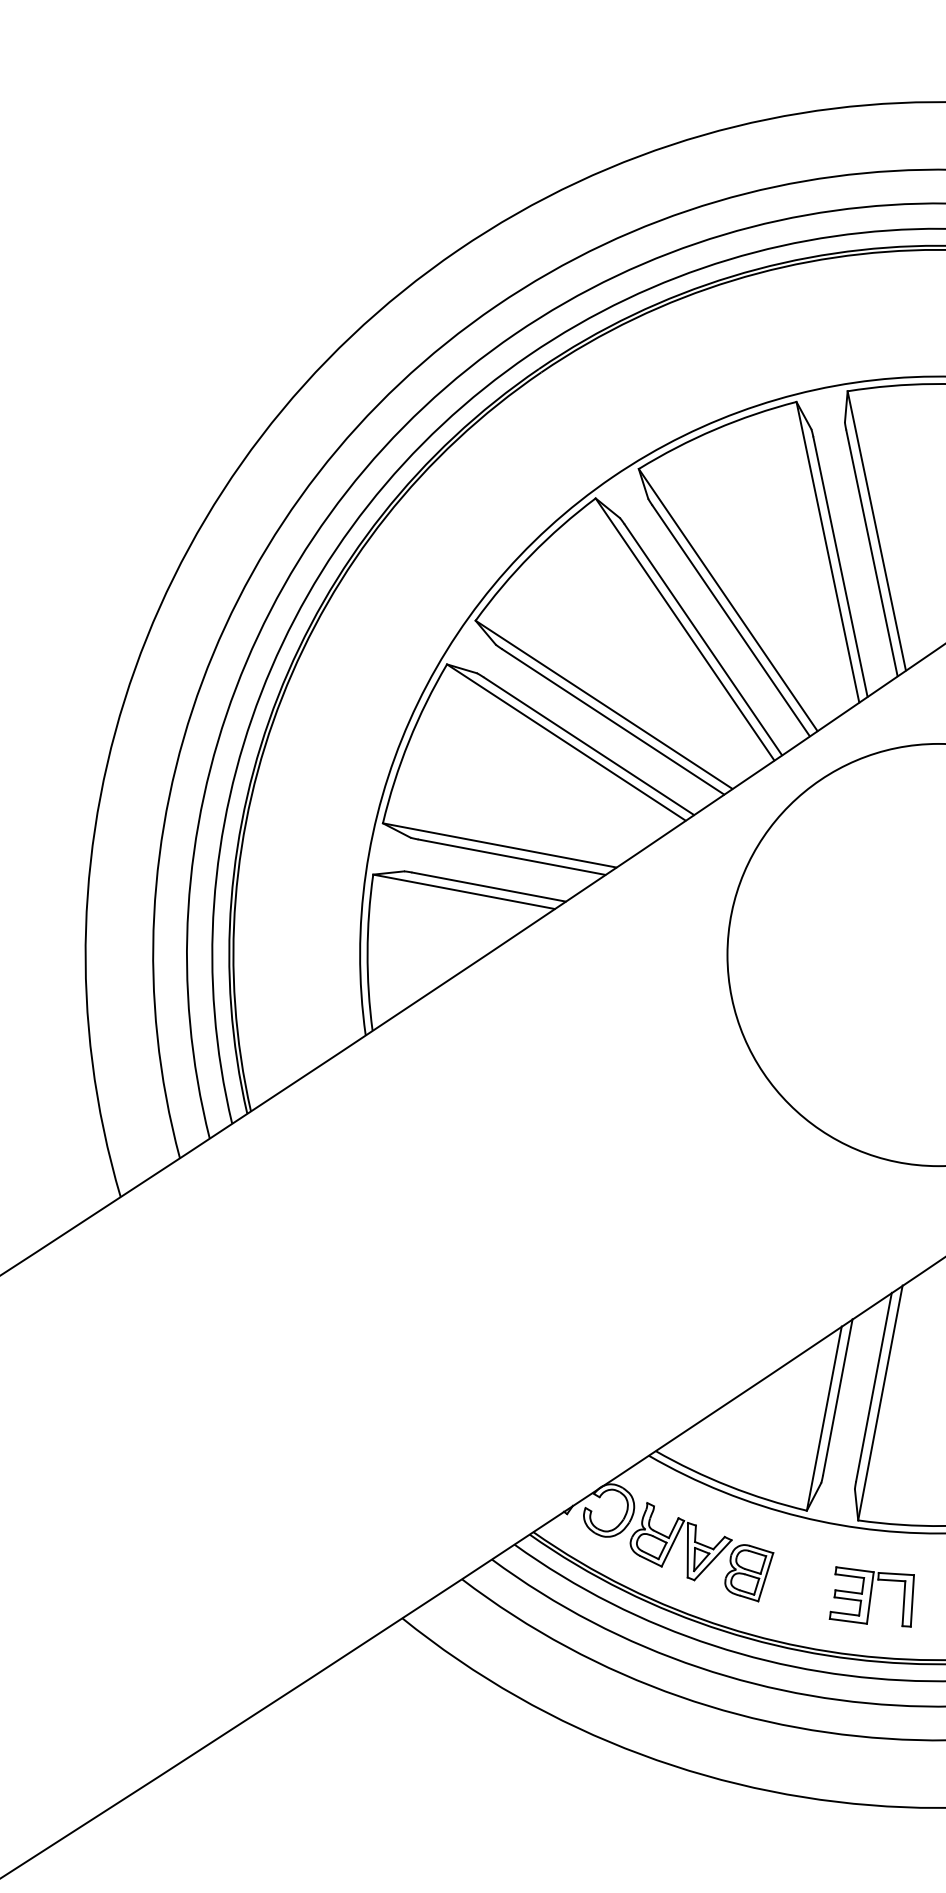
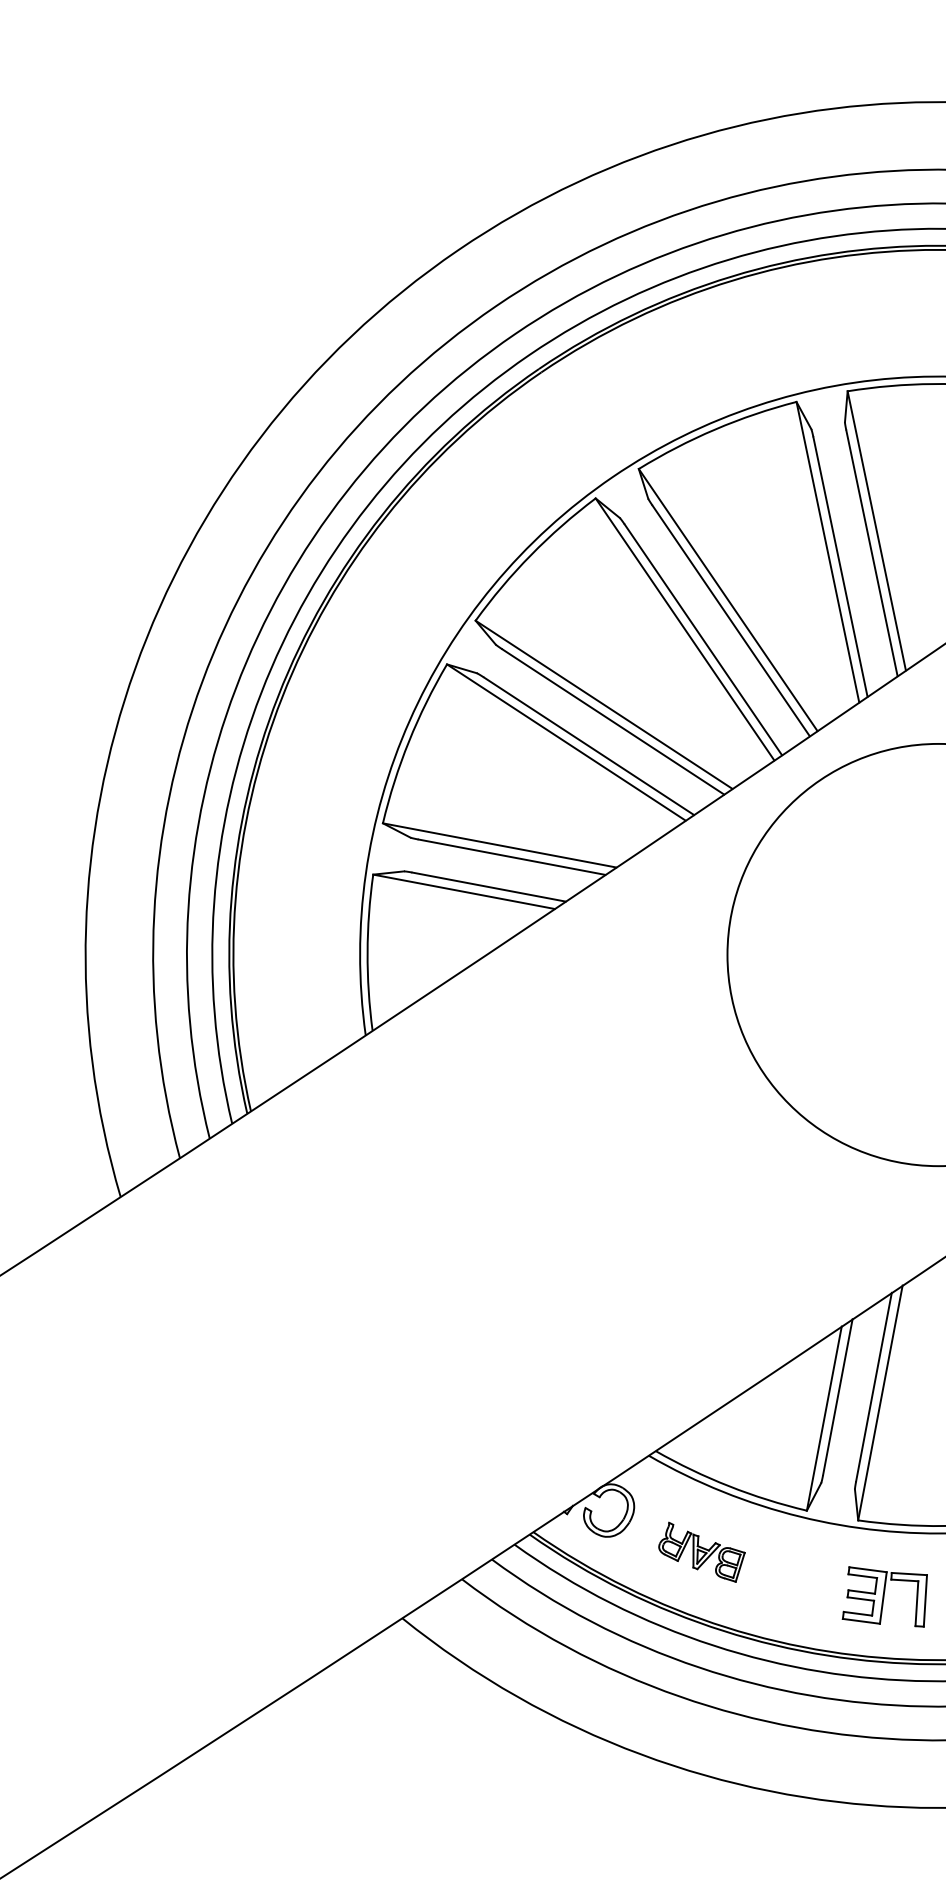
part at (701, 1552) size: 146x101 px -> 88x62 px
part at (871, 1596) position: (871, 1596) -> (884, 1596)
